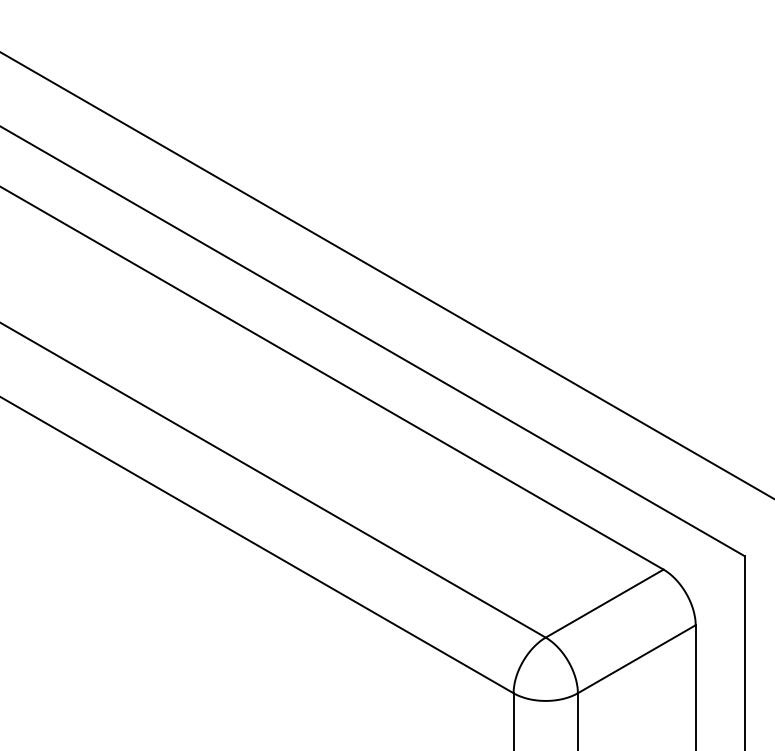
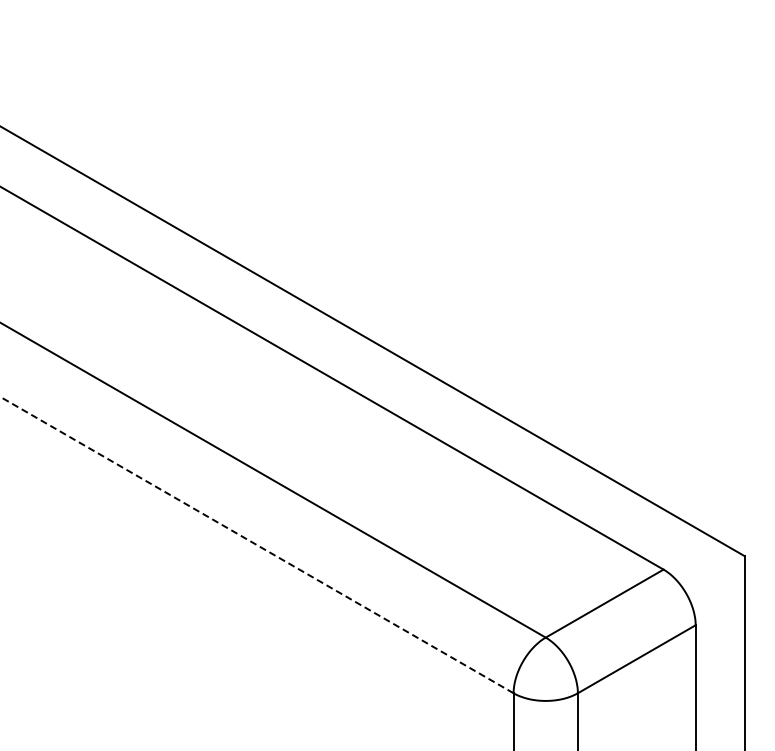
line at (386, 275): present -> none
line at (256, 544): solid -> dashed
